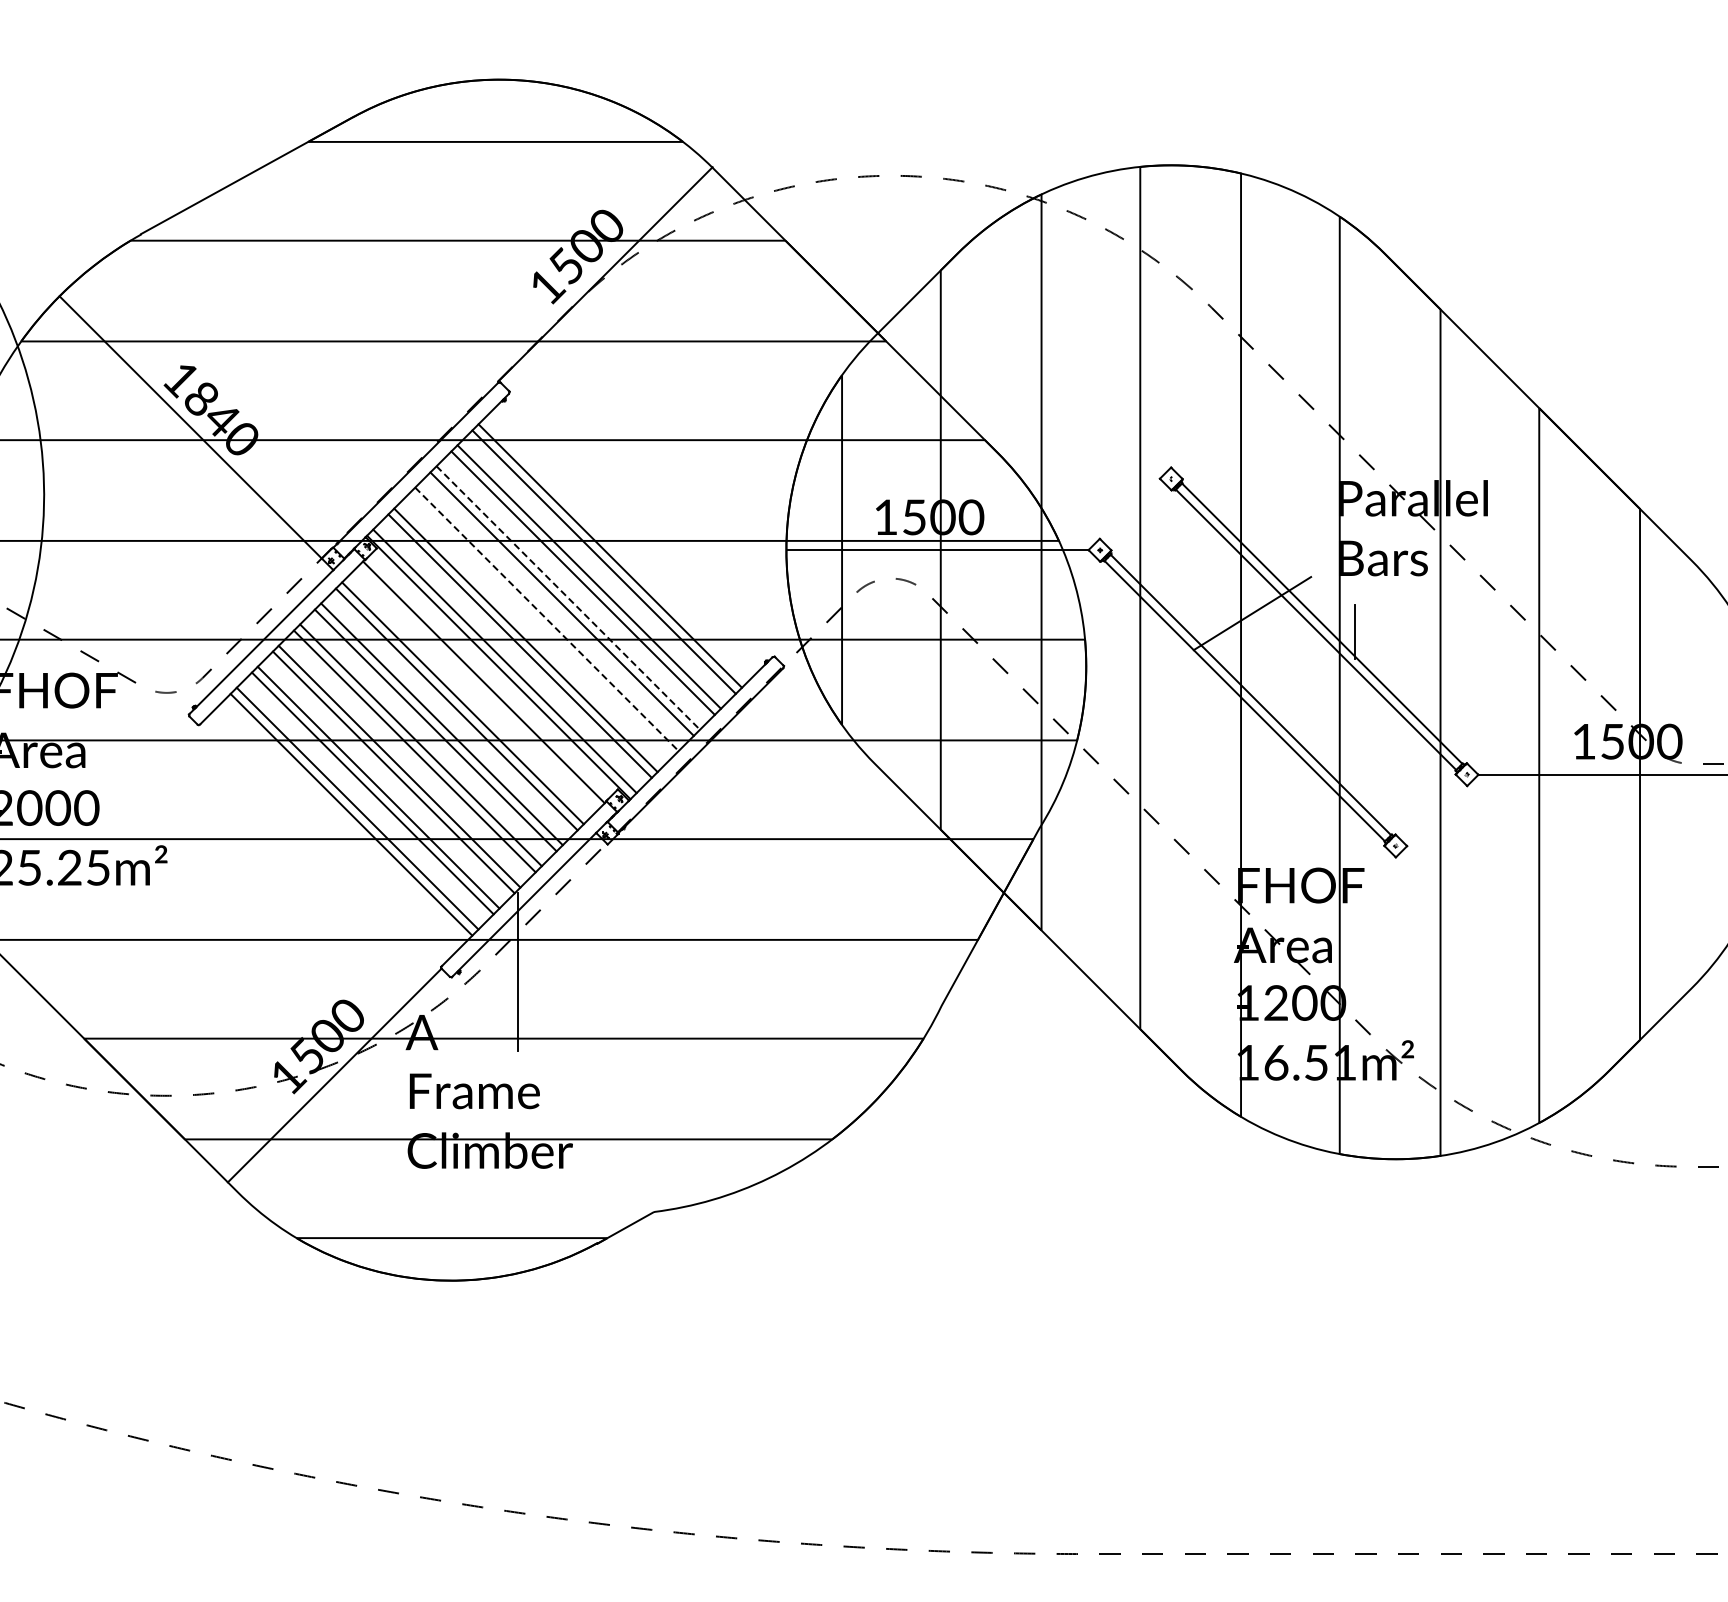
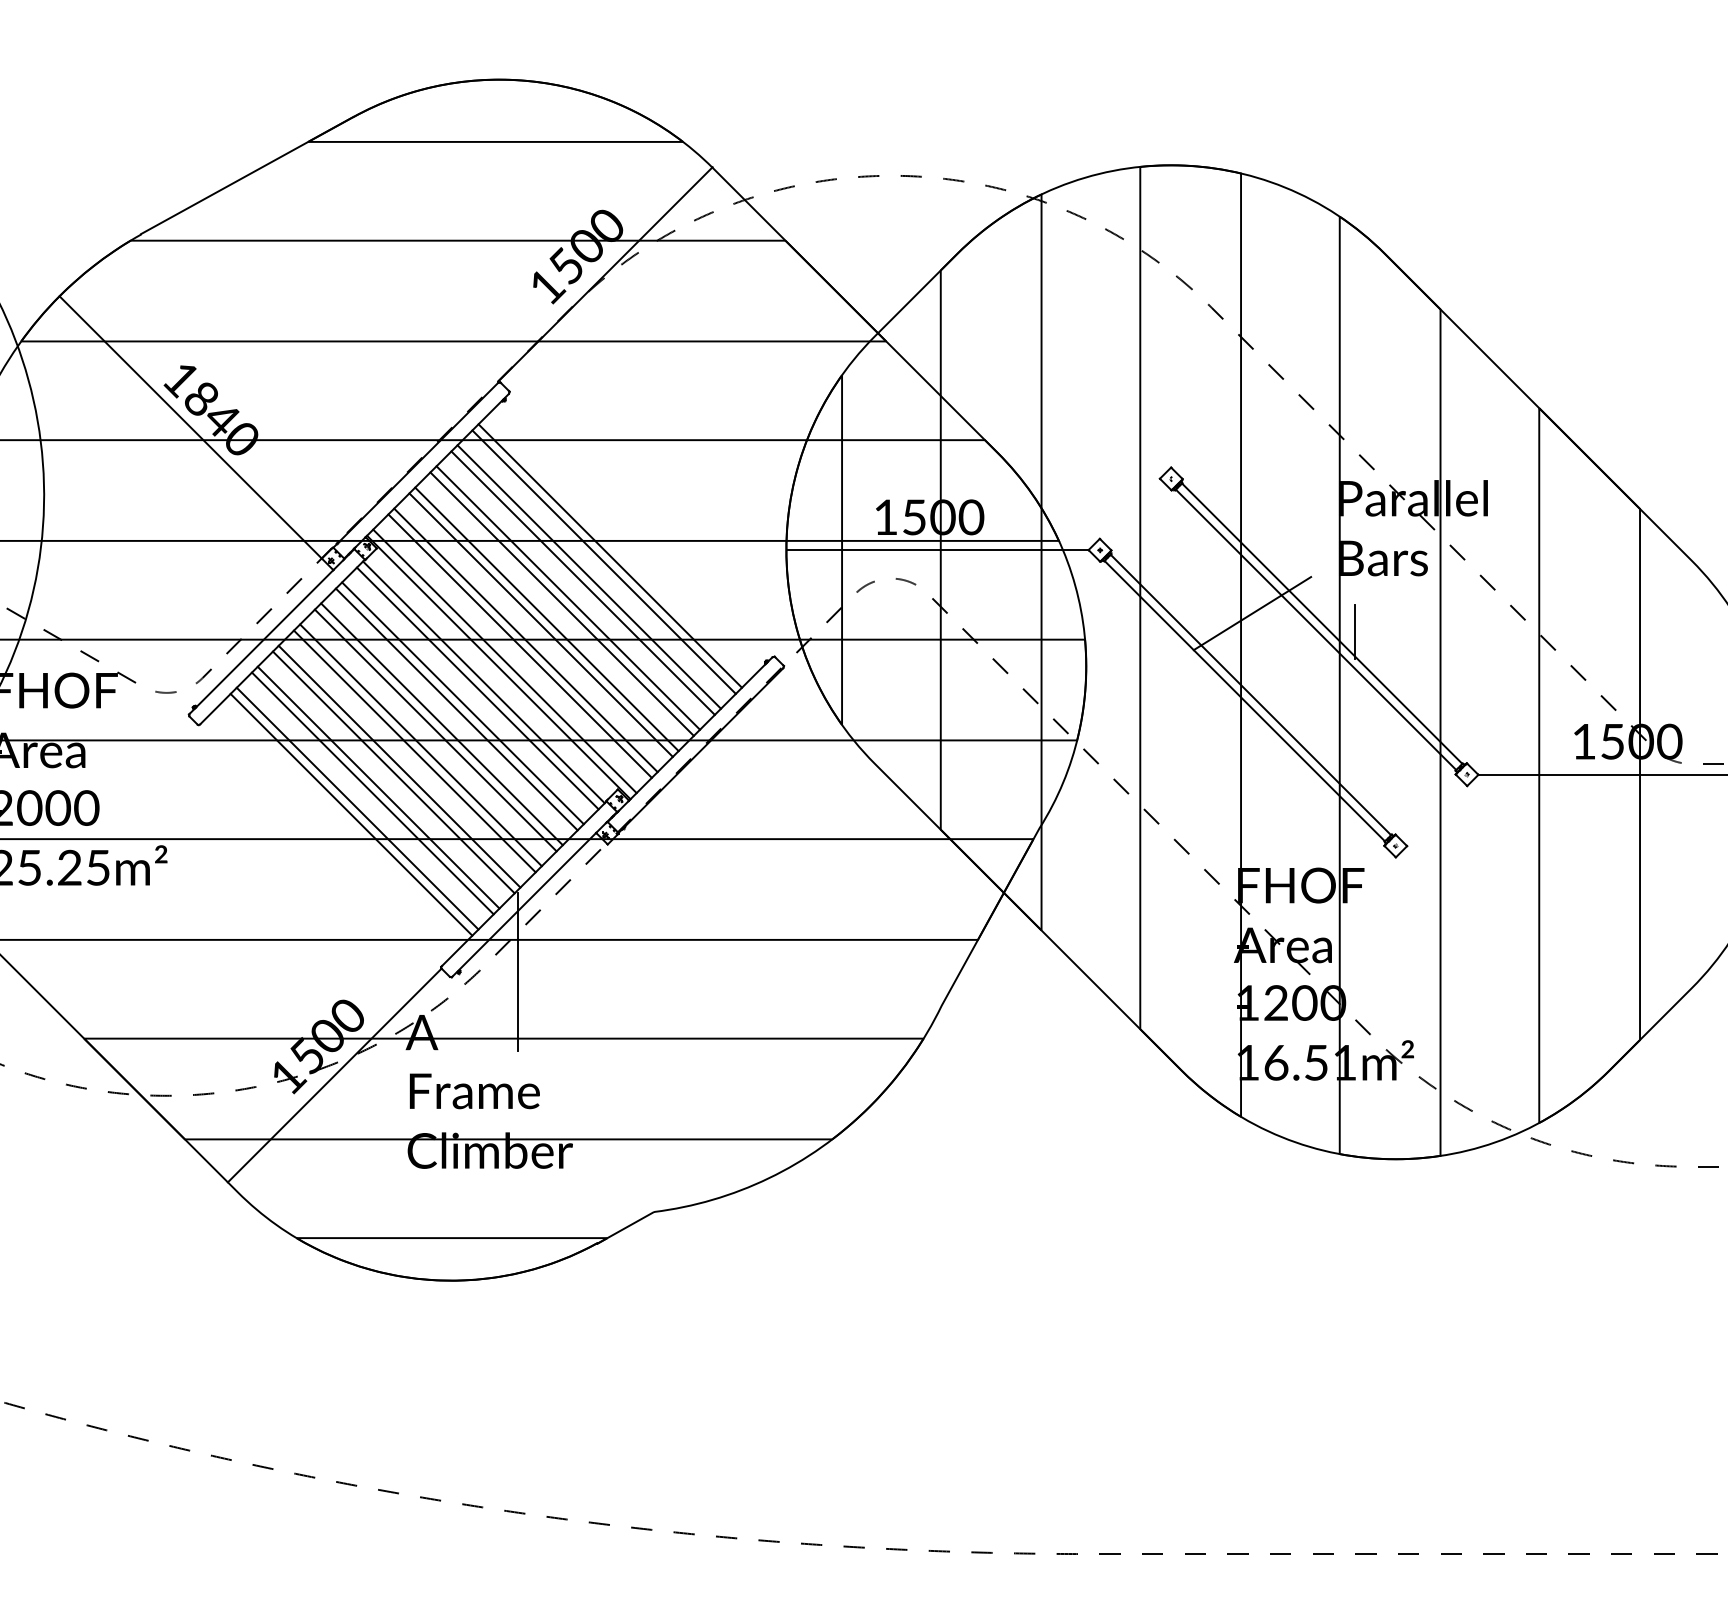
line at (568, 598): dashed -> solid
line at (547, 619): dashed -> solid
line at (540, 624): none -> present
line at (477, 688): none -> present
